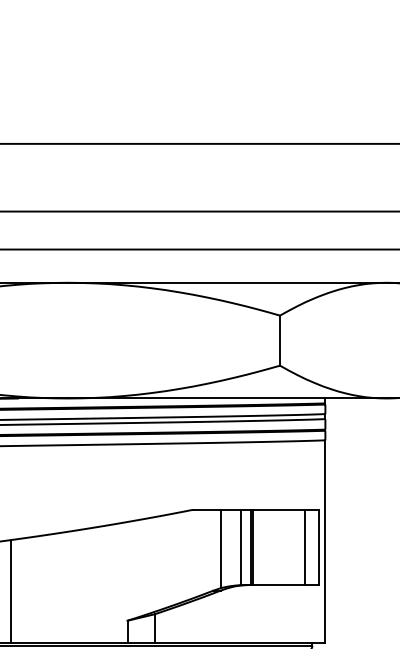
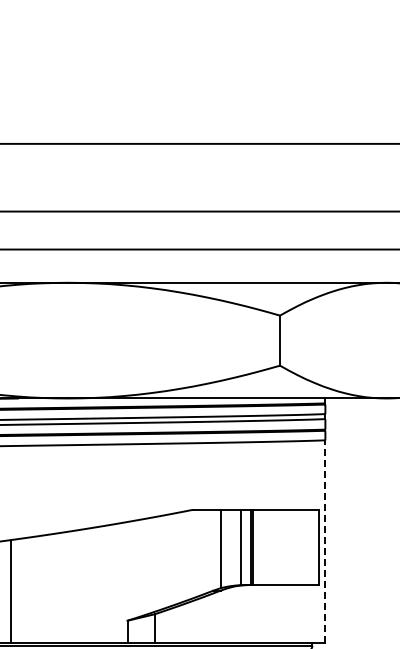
line at (325, 541): solid -> dashed
line at (304, 547): present -> none
